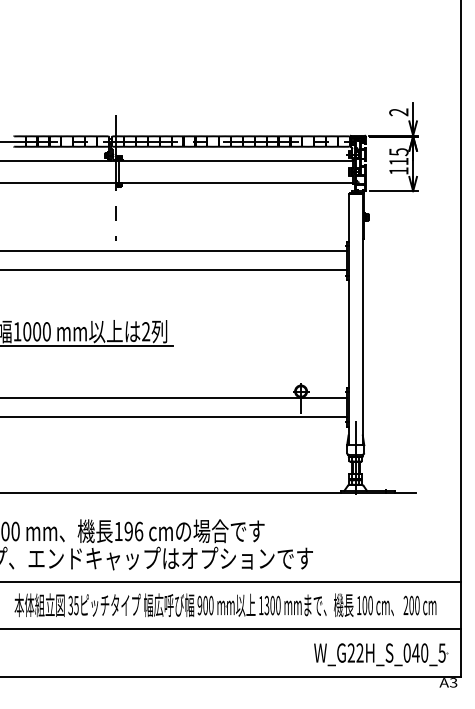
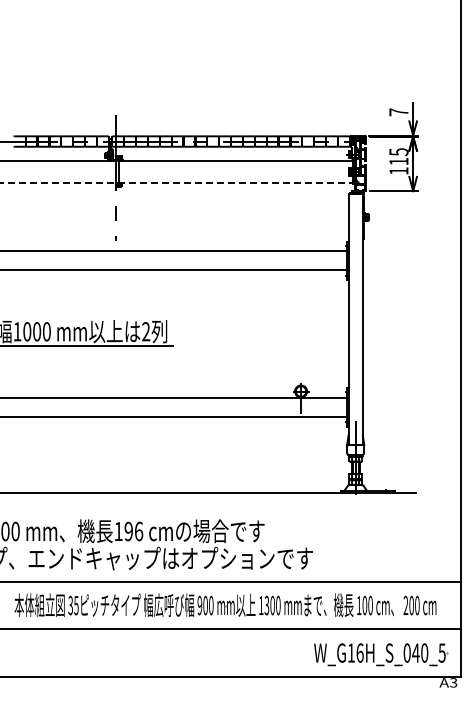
text at (398, 112): 2 -> 7
line at (176, 182): solid -> dashed
text at (355, 652): W_G22H_S_040_5 -> W_G16H_S_040_5
